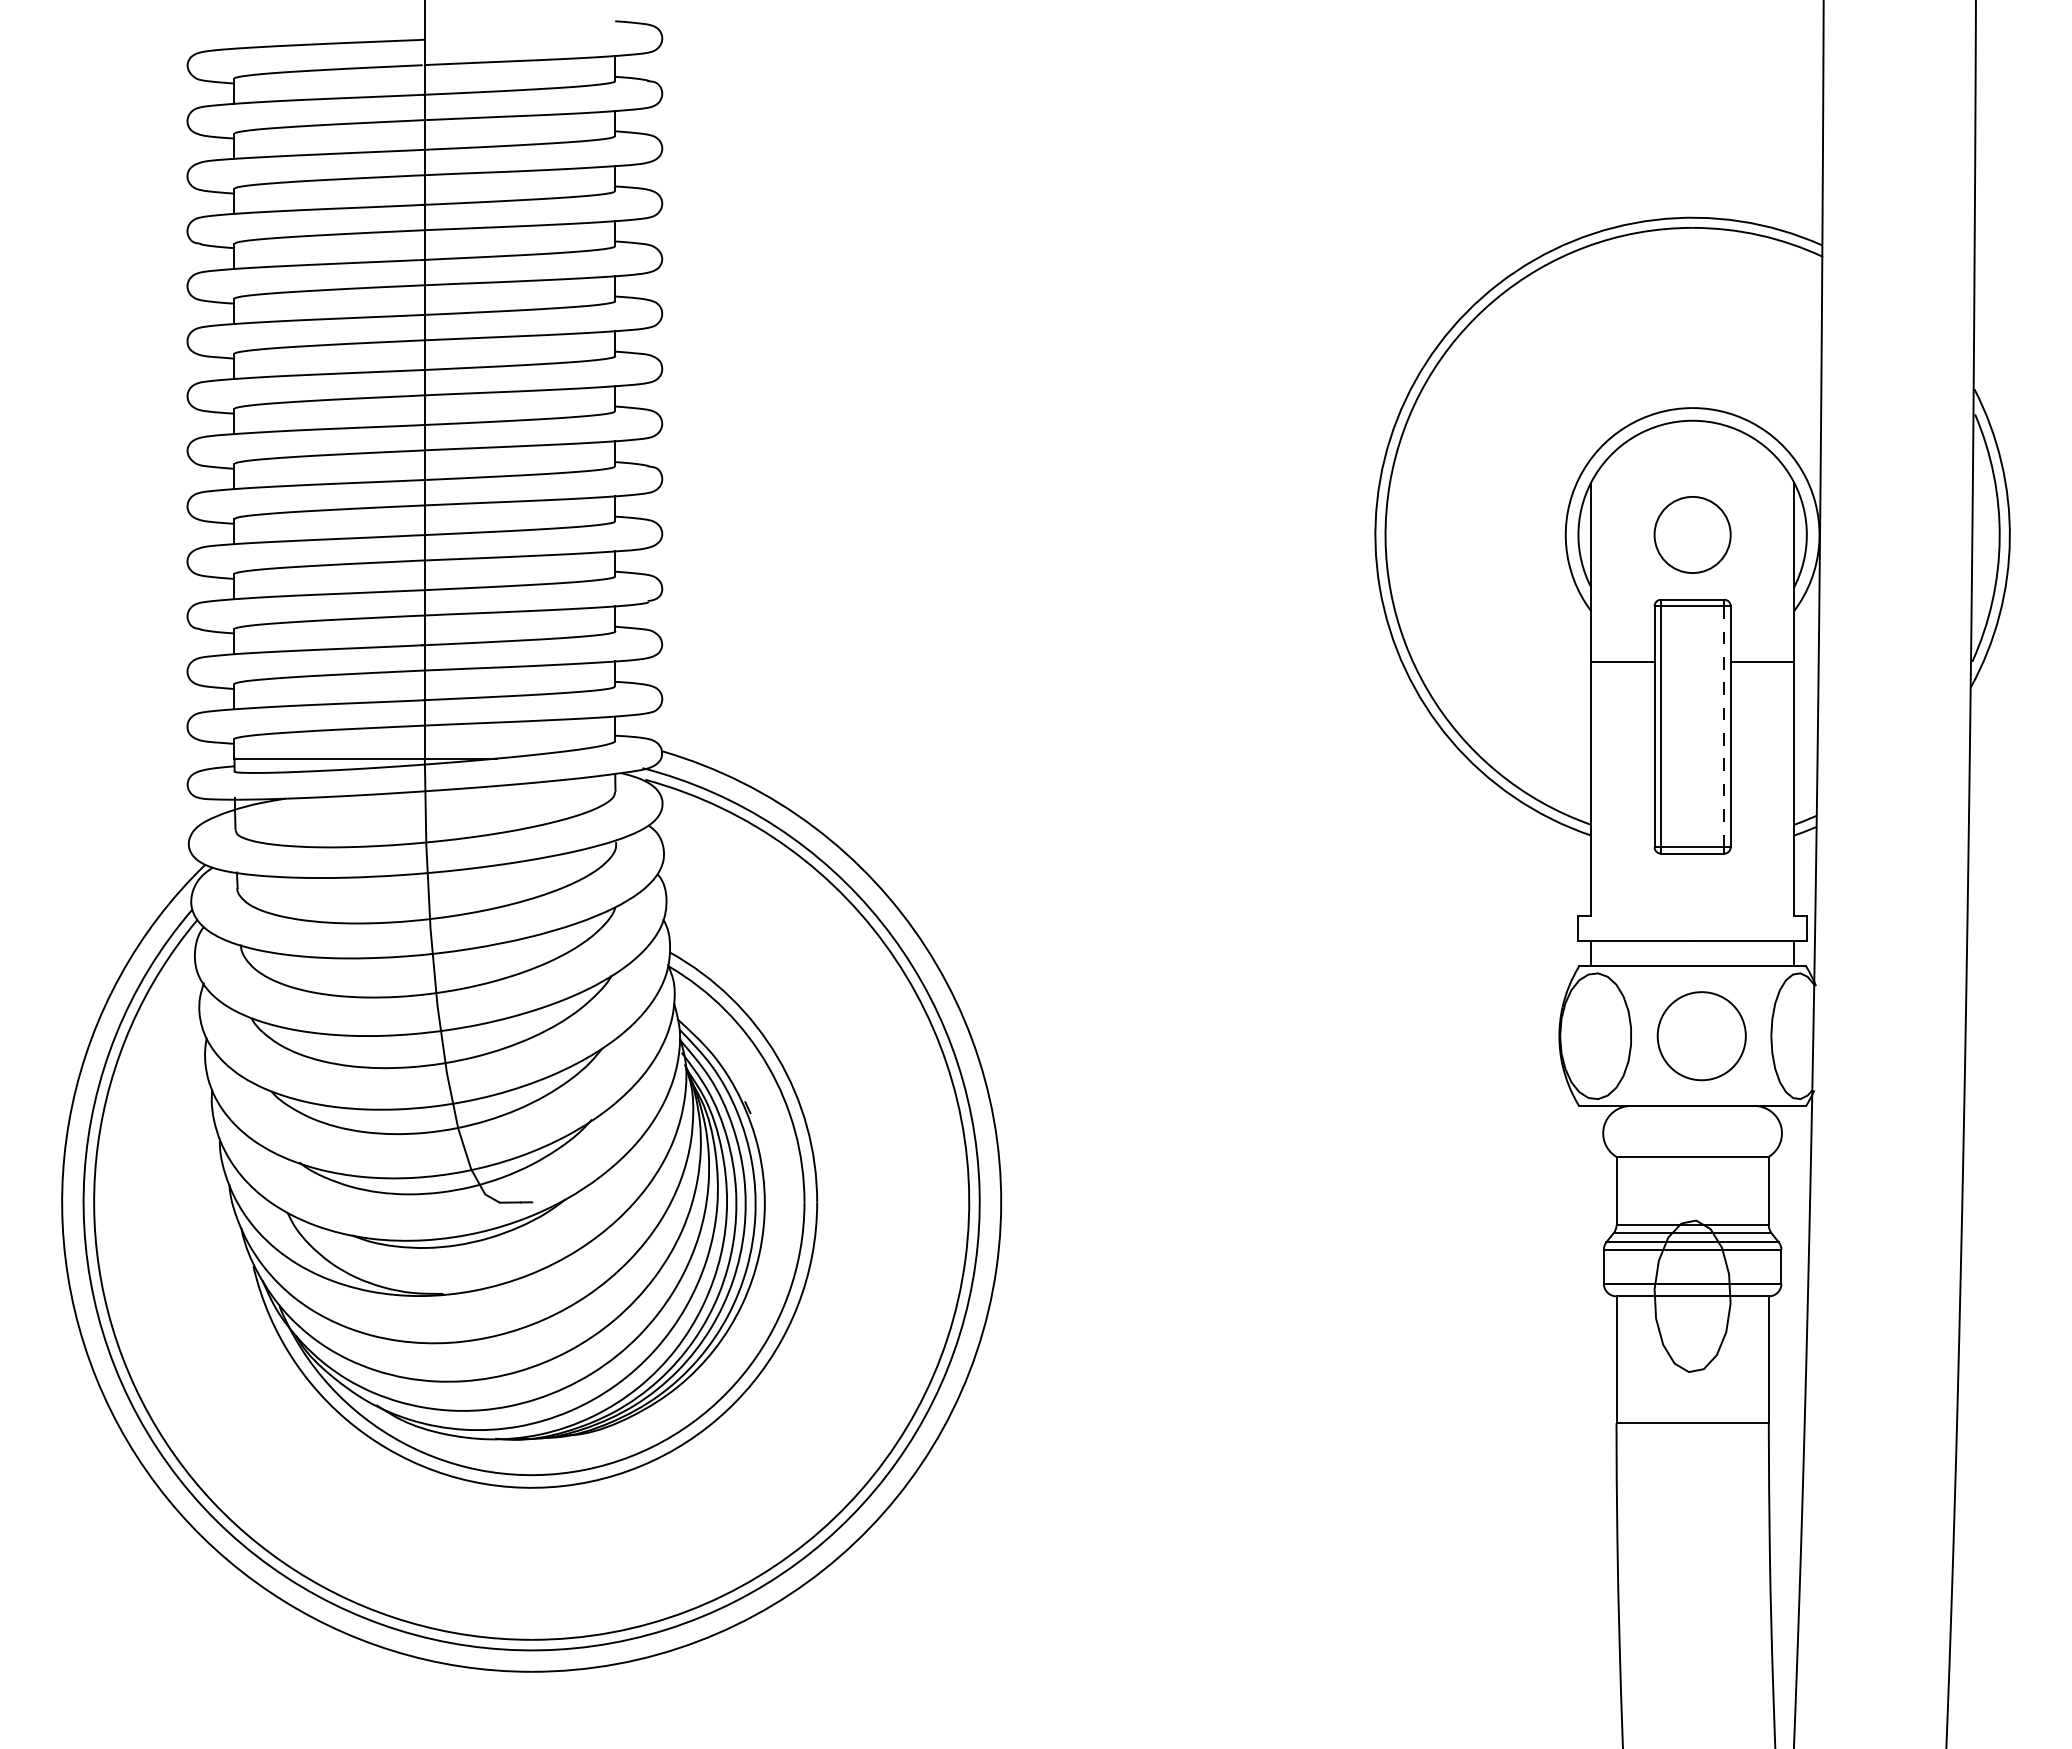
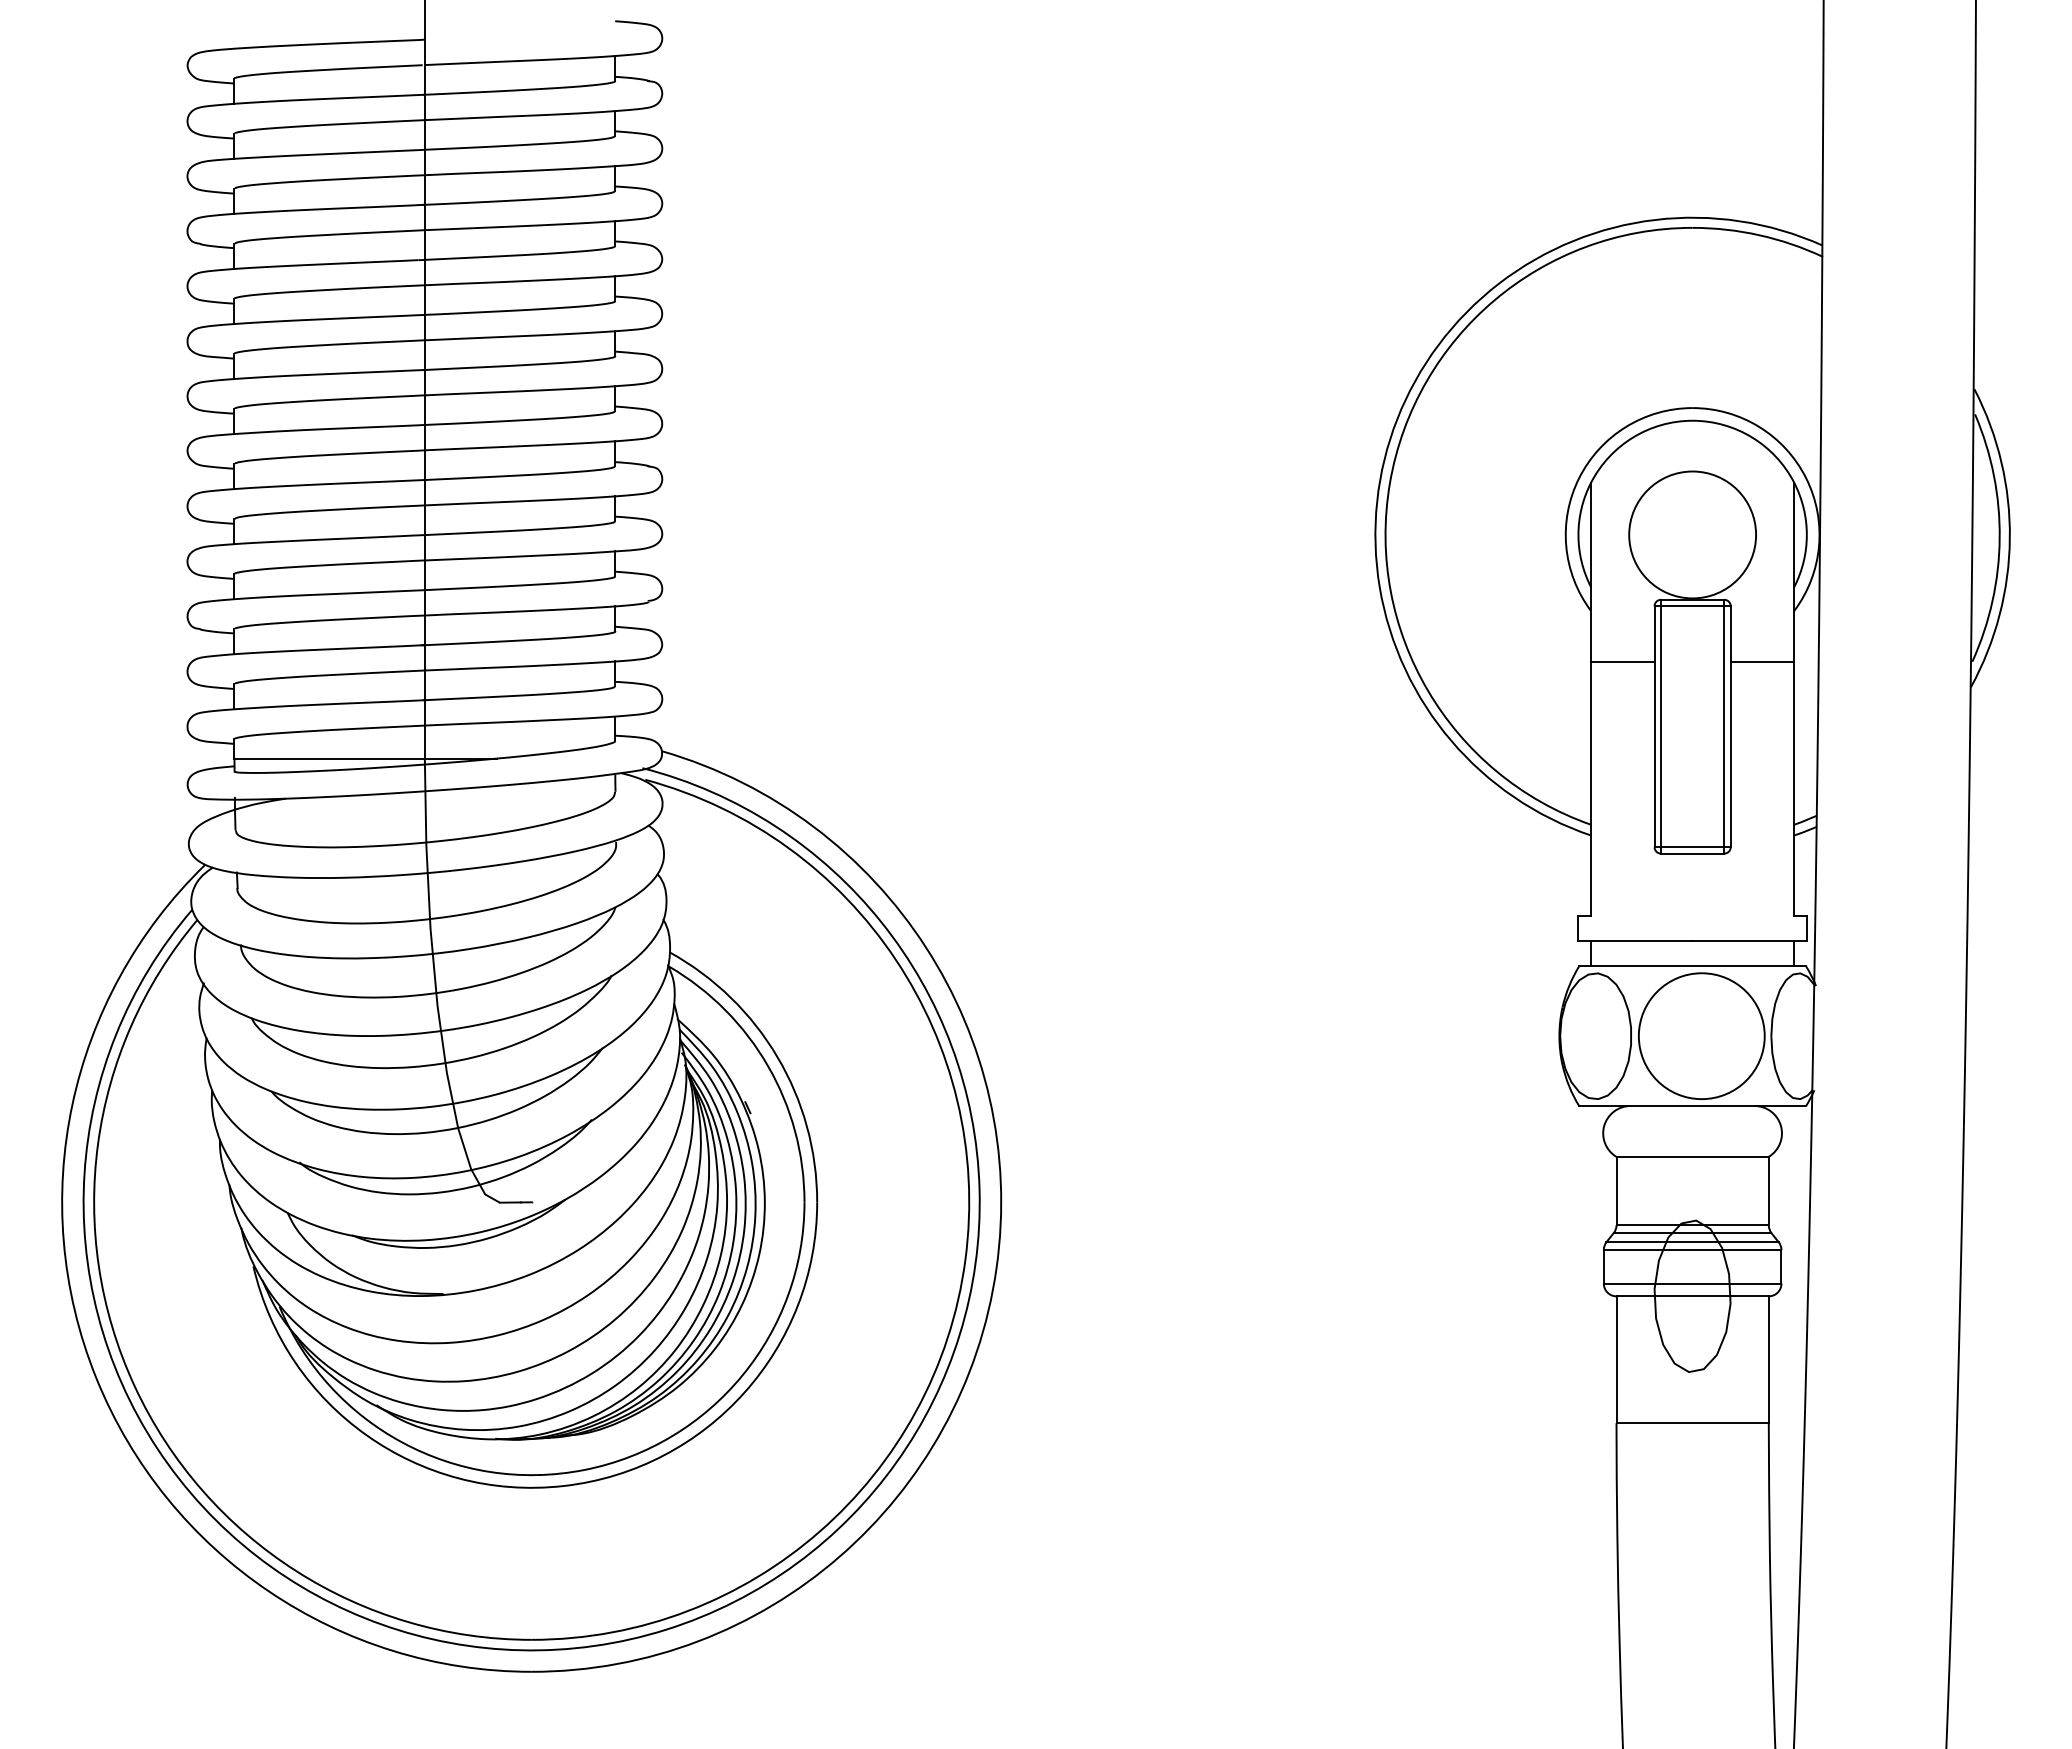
circle at (1692, 534) diameter: 76 px -> 127 px
line at (1724, 726): dashed -> solid
circle at (1701, 1036) diameter: 88 px -> 126 px
